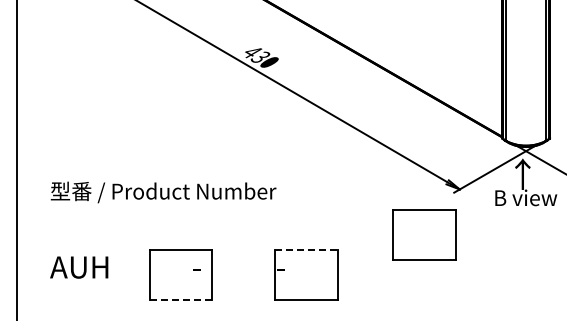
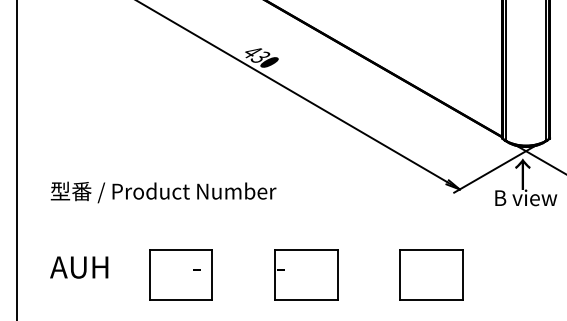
part at (424, 234) position: (424, 234) -> (431, 274)
line at (306, 250): dashed -> solid
line at (180, 300): dashed -> solid
